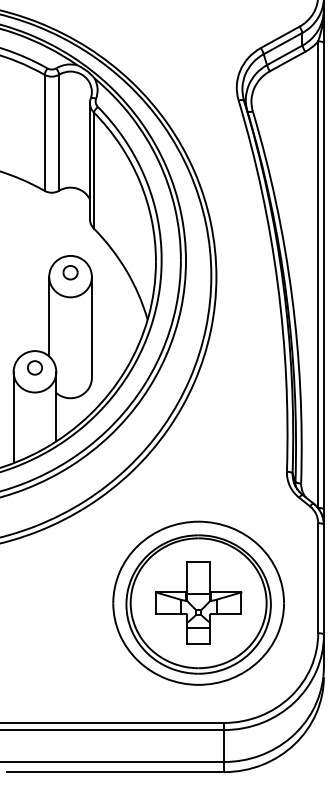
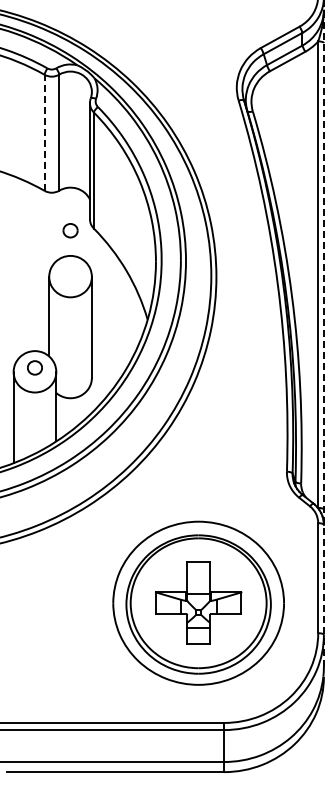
line at (44, 132): solid -> dashed
part at (70, 272) position: (70, 272) -> (70, 230)
line at (323, 333): solid -> dashed
